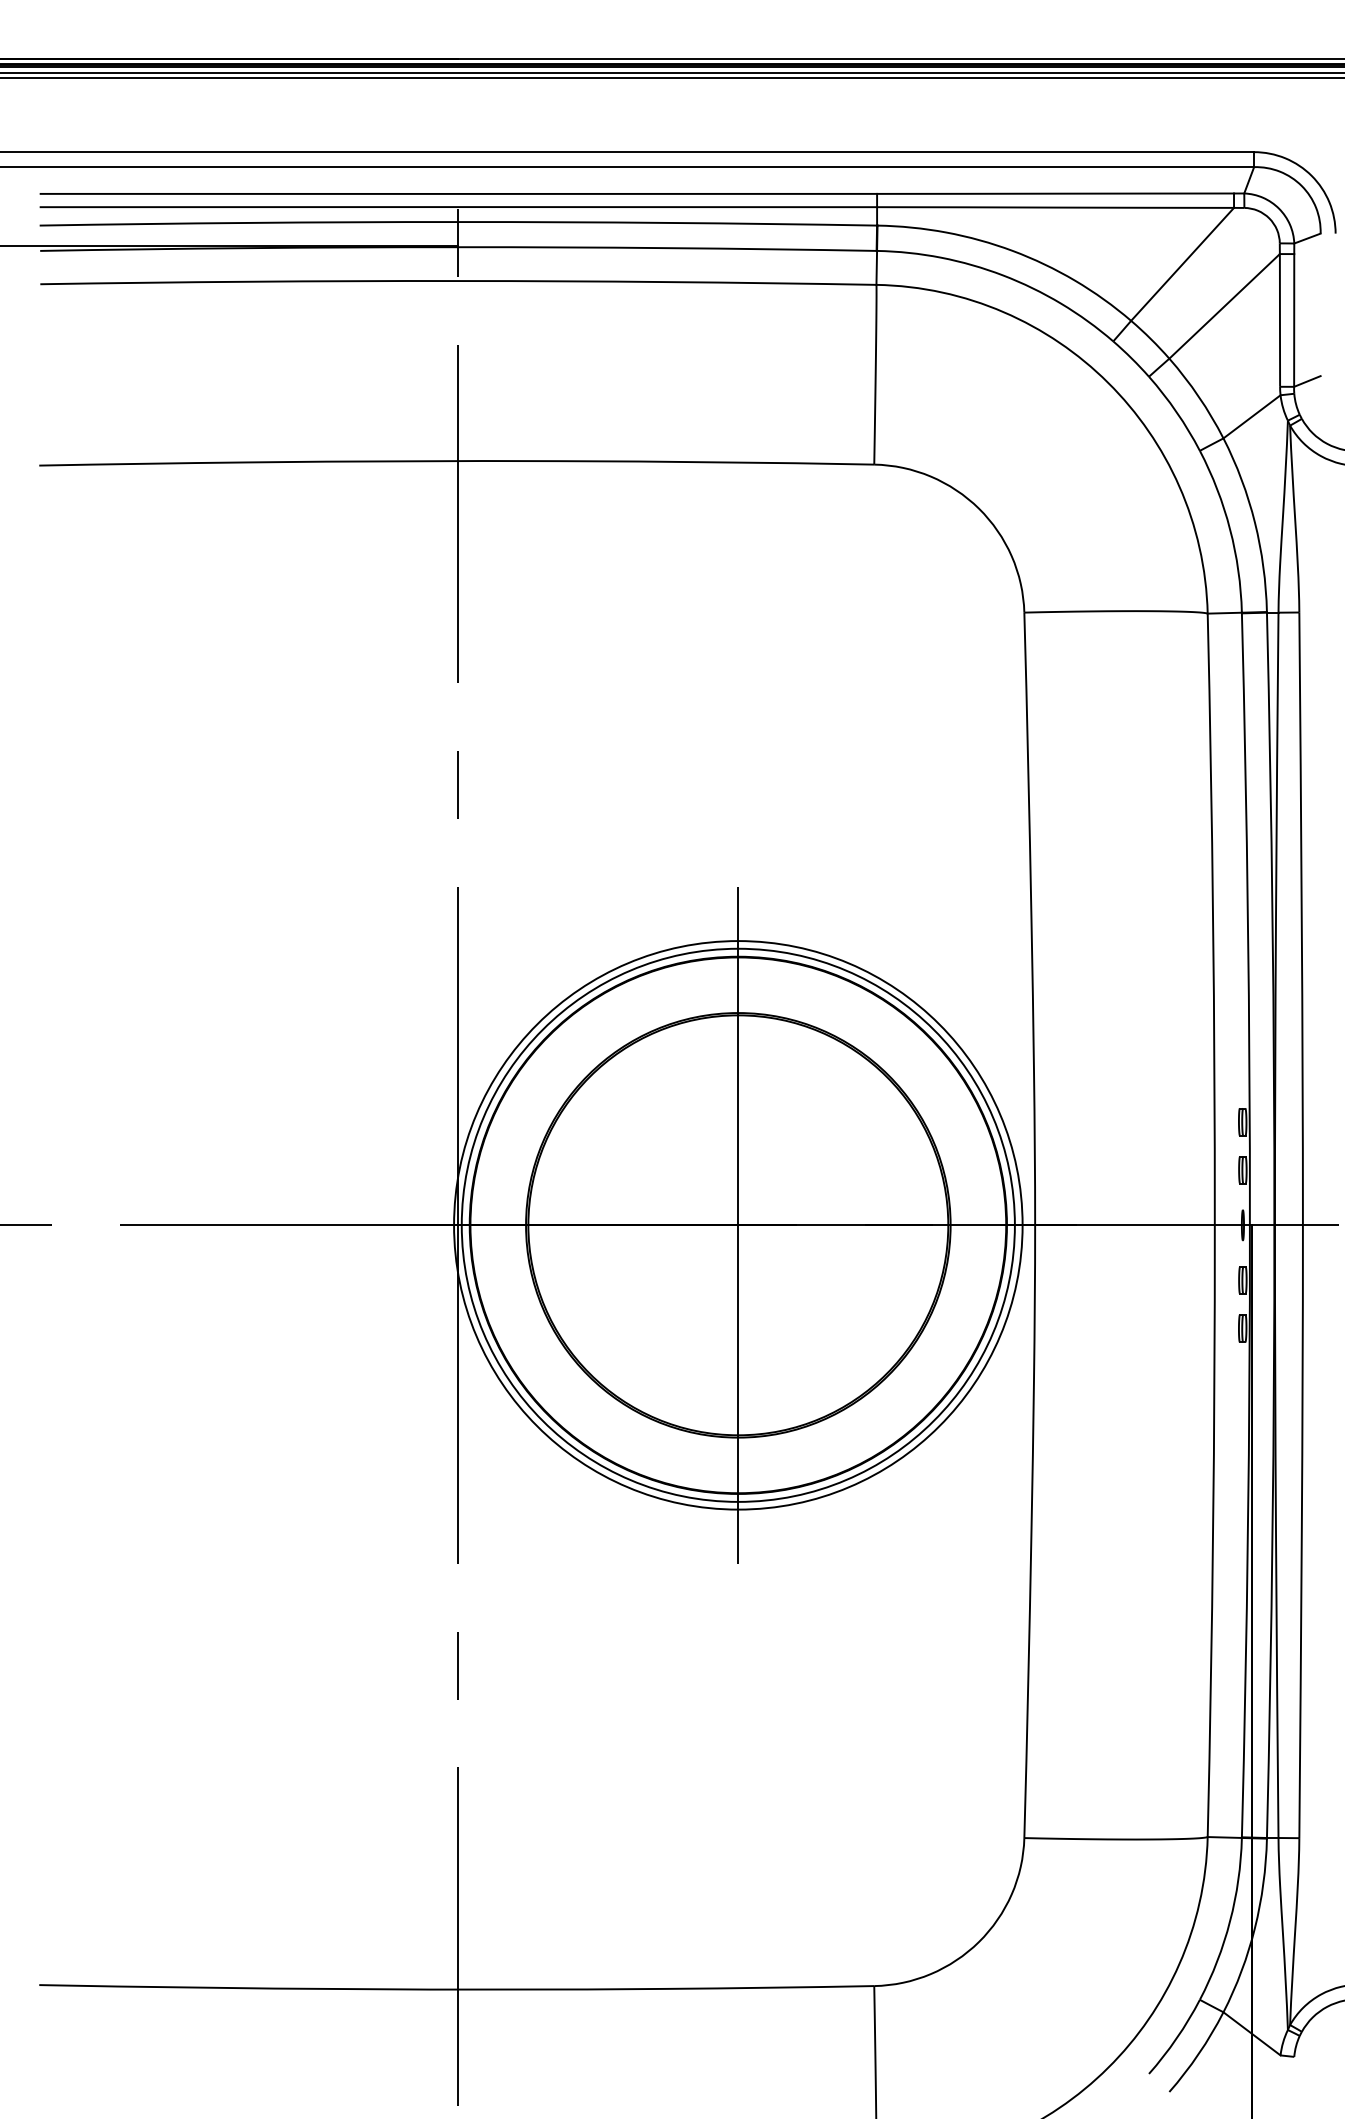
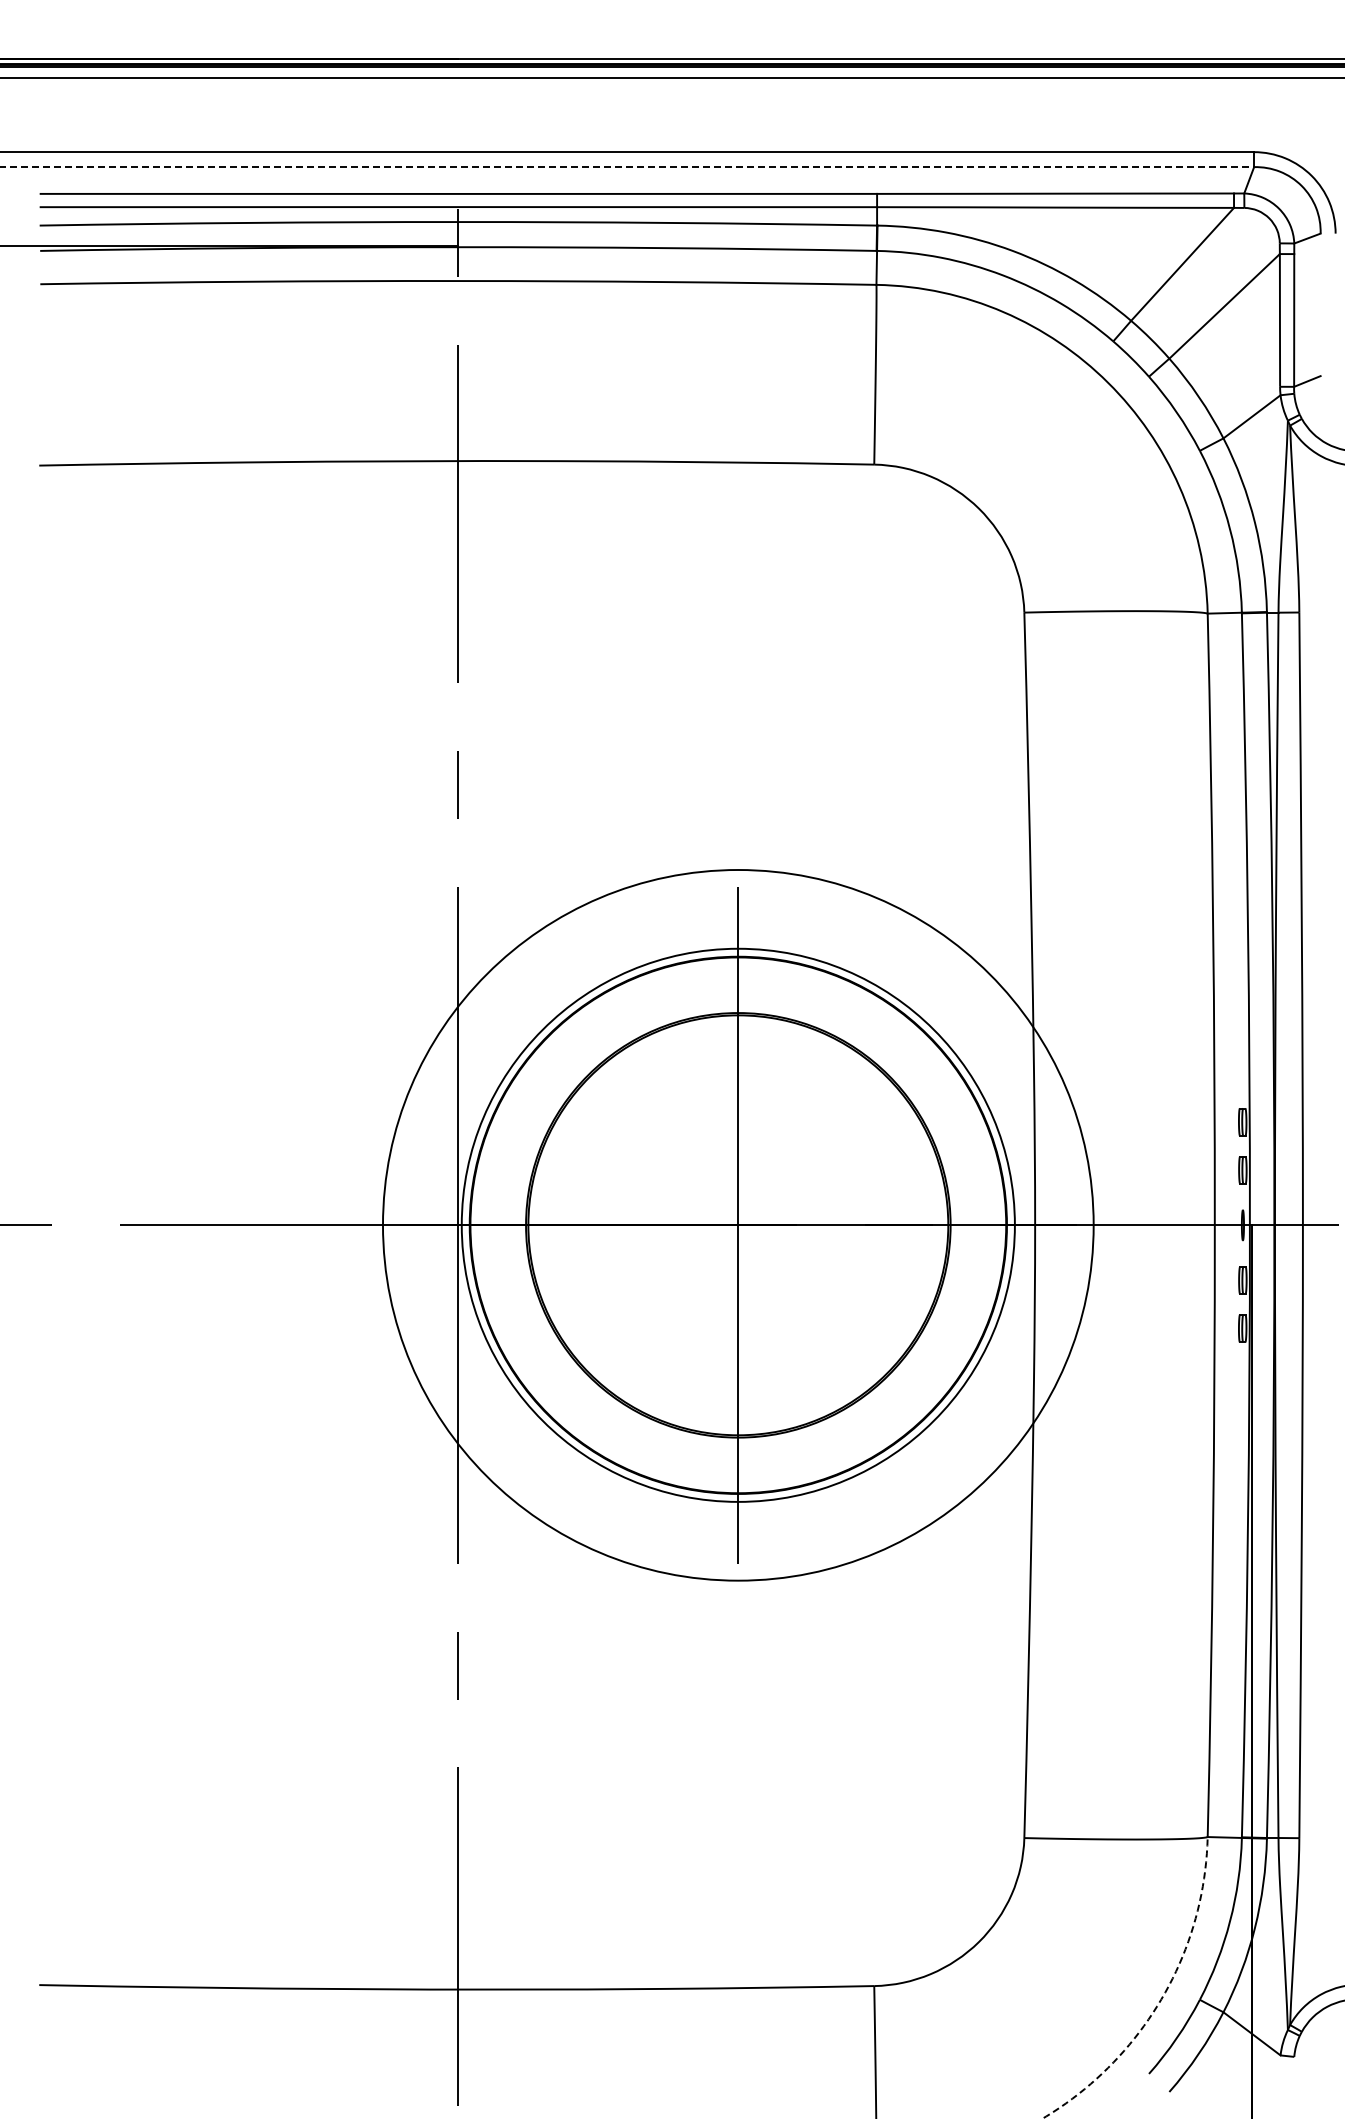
line at (671, 73): present -> none
line at (627, 167): solid -> dashed
circle at (738, 1225) diameter: 569 px -> 711 px
arc at (1162, 1997): solid -> dashed
